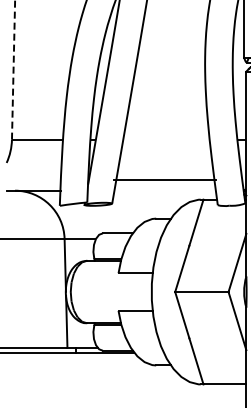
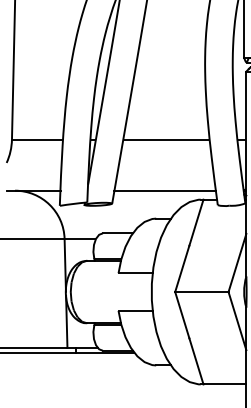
line at (13, 69): dashed -> solid
line at (166, 139): none -> present
line at (164, 179) position: (164, 179) -> (164, 190)
